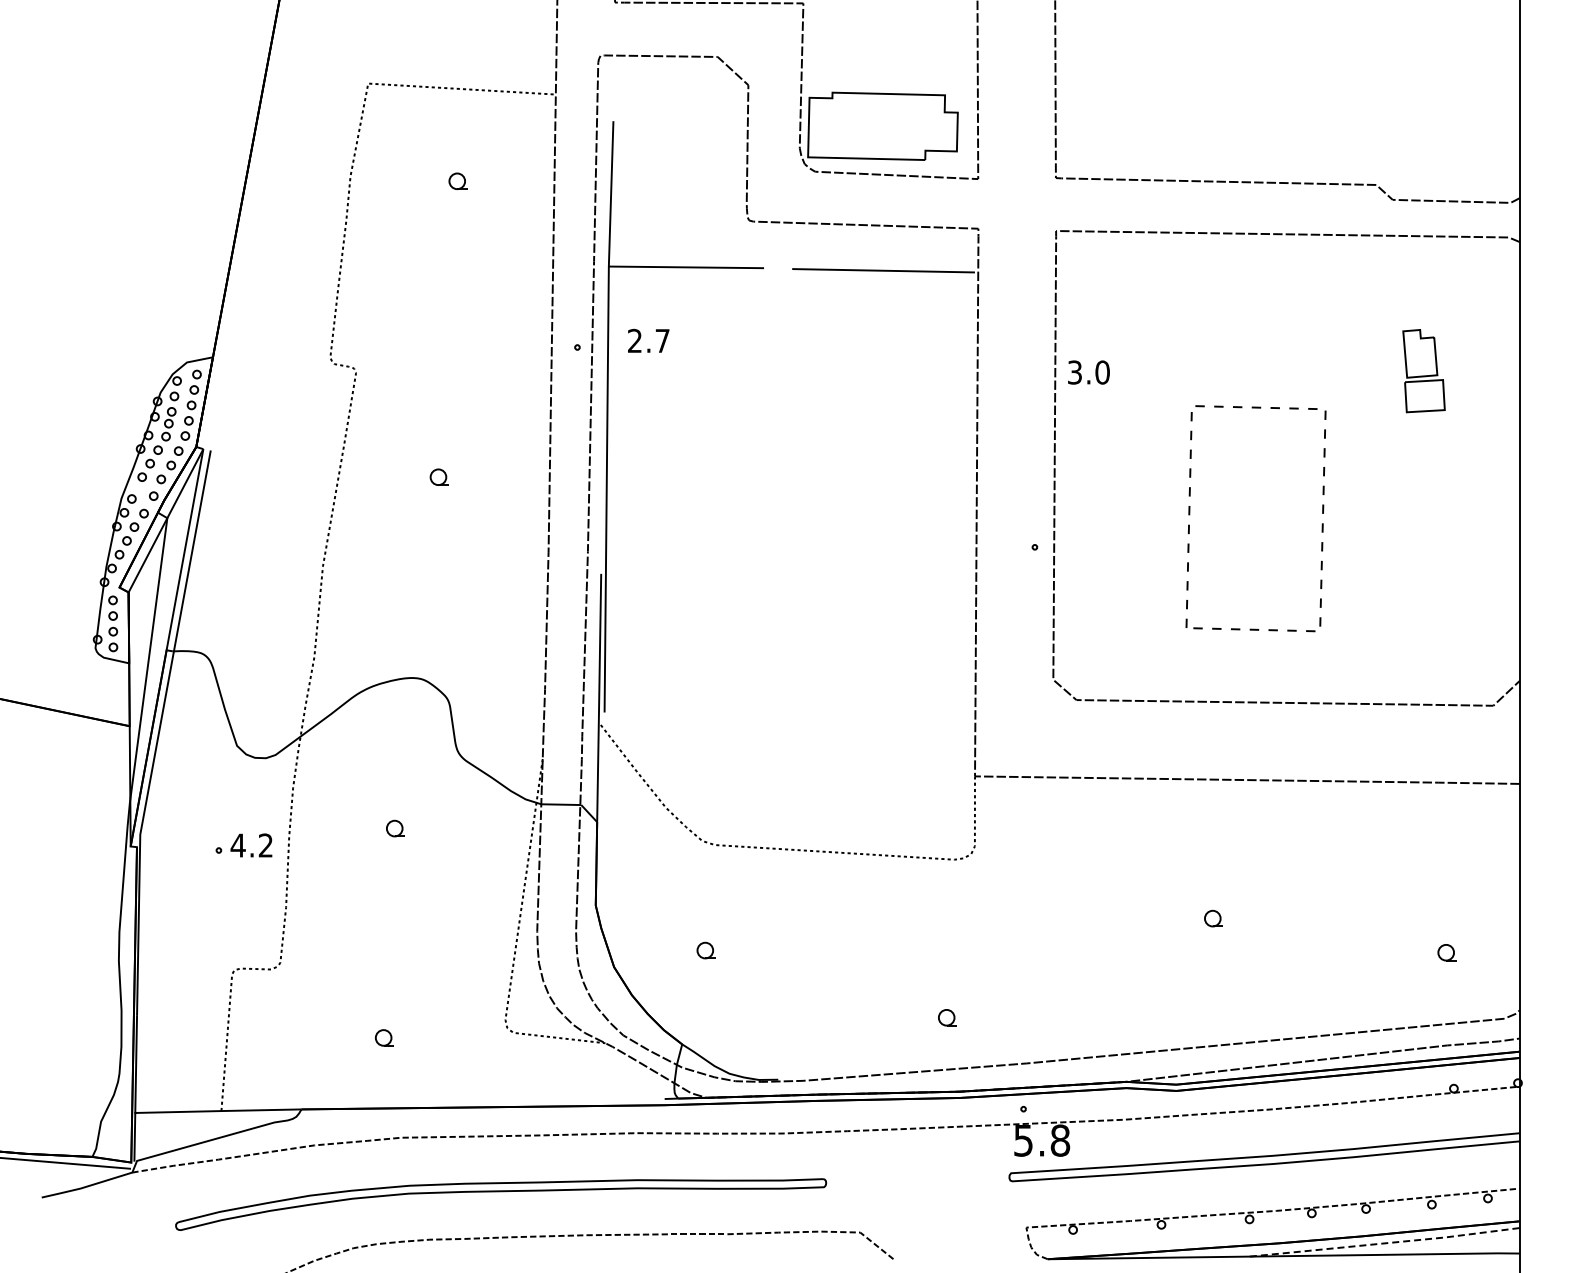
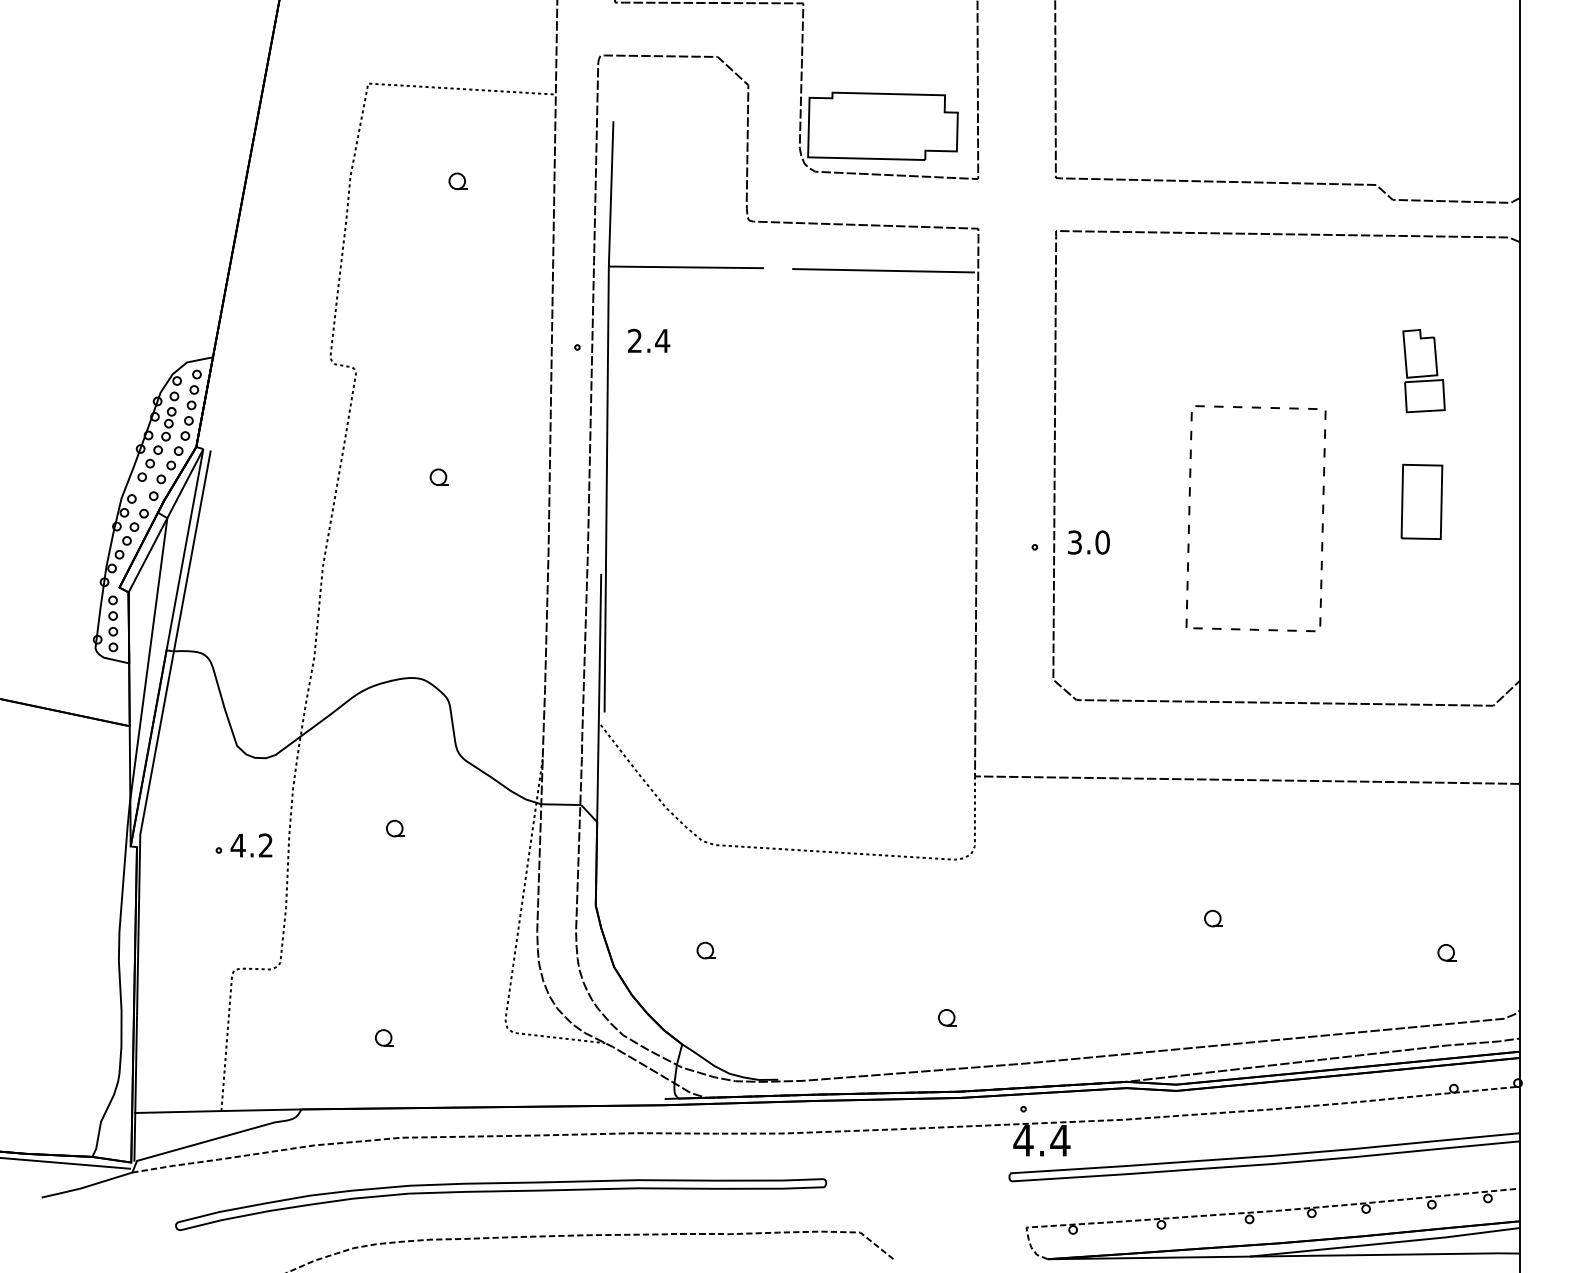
text at (662, 340): 2.7 -> 2.4
text at (1088, 372) position: (1088, 372) -> (1088, 542)
part at (1421, 501): none -> present
text at (1041, 1140): 5.8 -> 4.4
line at (1385, 1243): dashed -> solid
